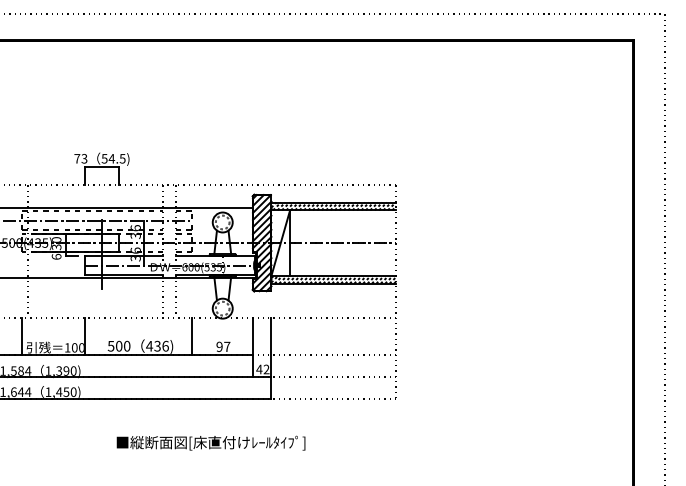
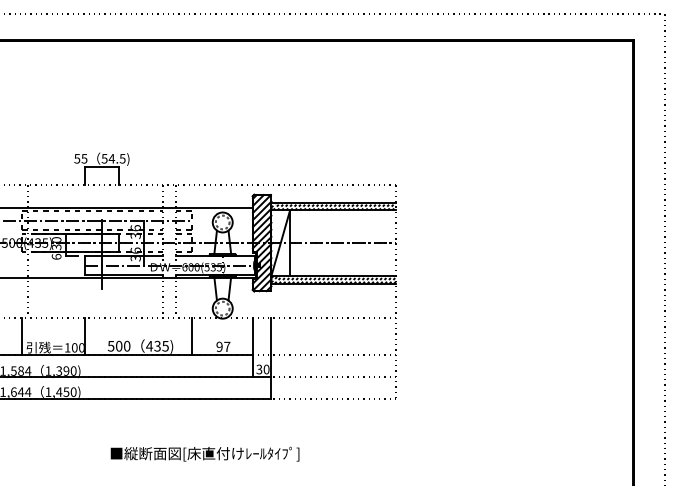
text at (80, 158): 73 -> 55
text at (165, 345): 436) -> 435)
text at (262, 369): 42 -> 30
text at (210, 442) position: (210, 442) -> (204, 453)
